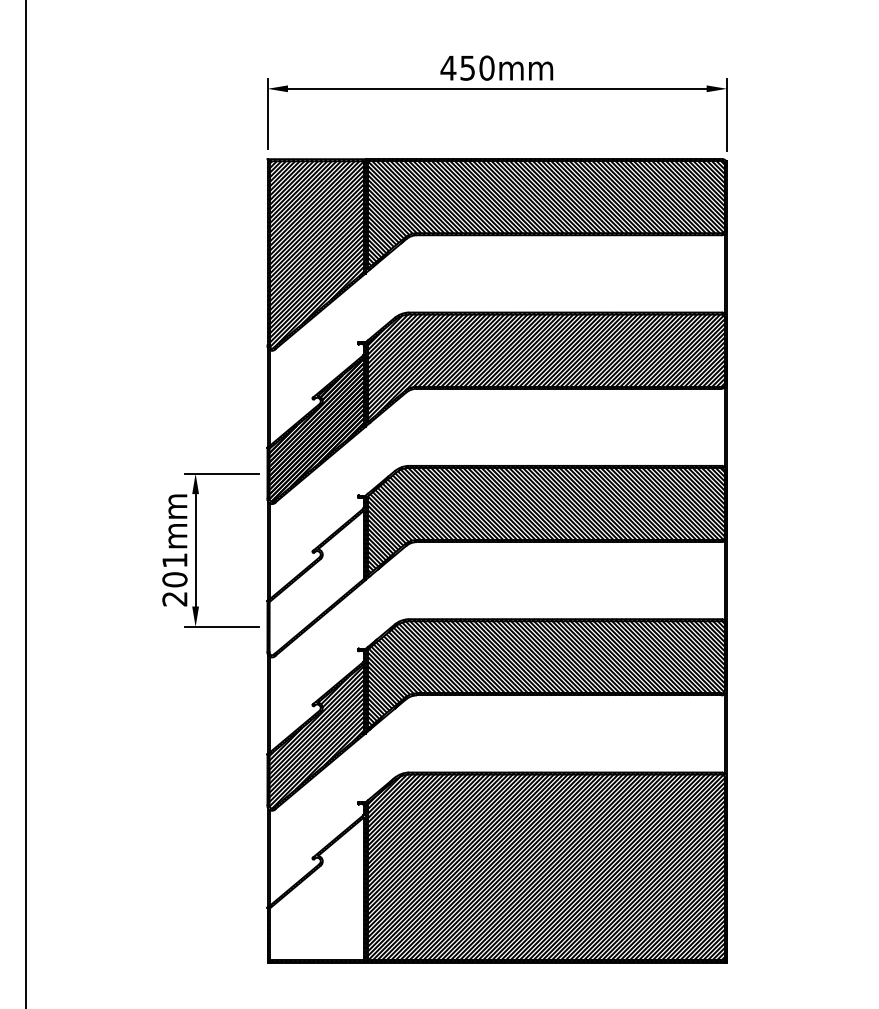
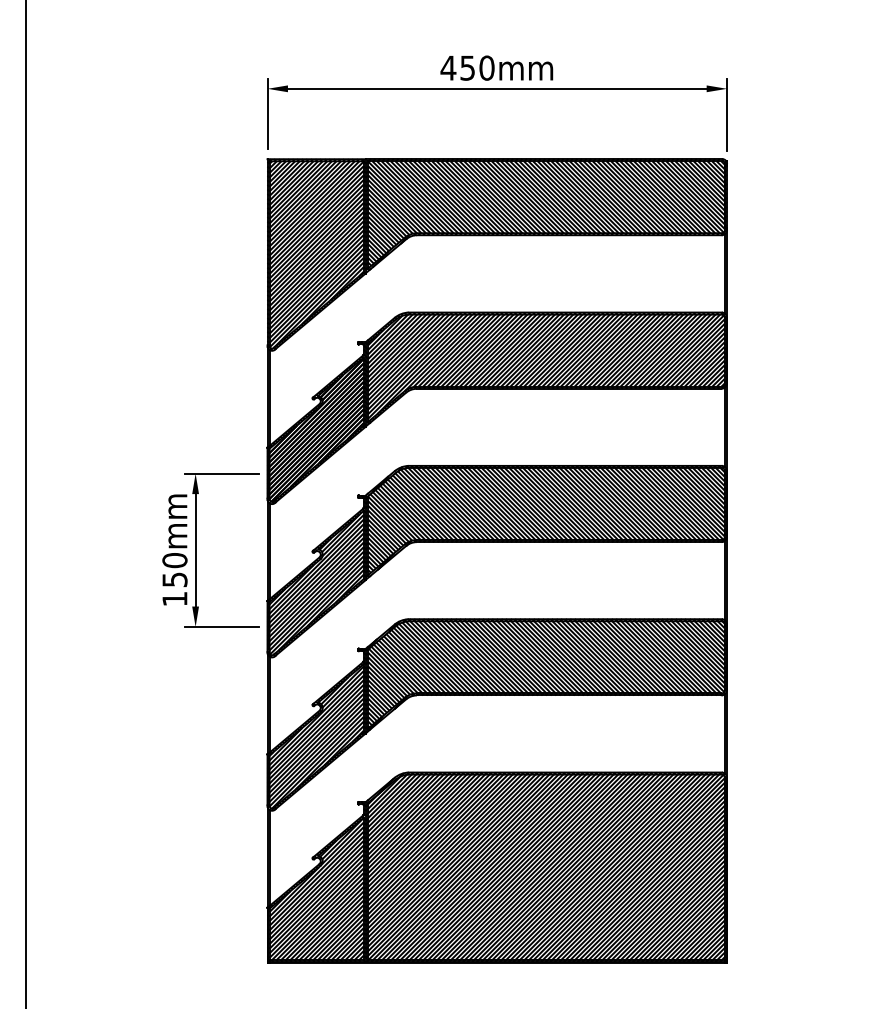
text at (174, 579): 201mm -> 150mm
hatch at (316, 584): none -> present
hatch at (316, 888): none -> present
